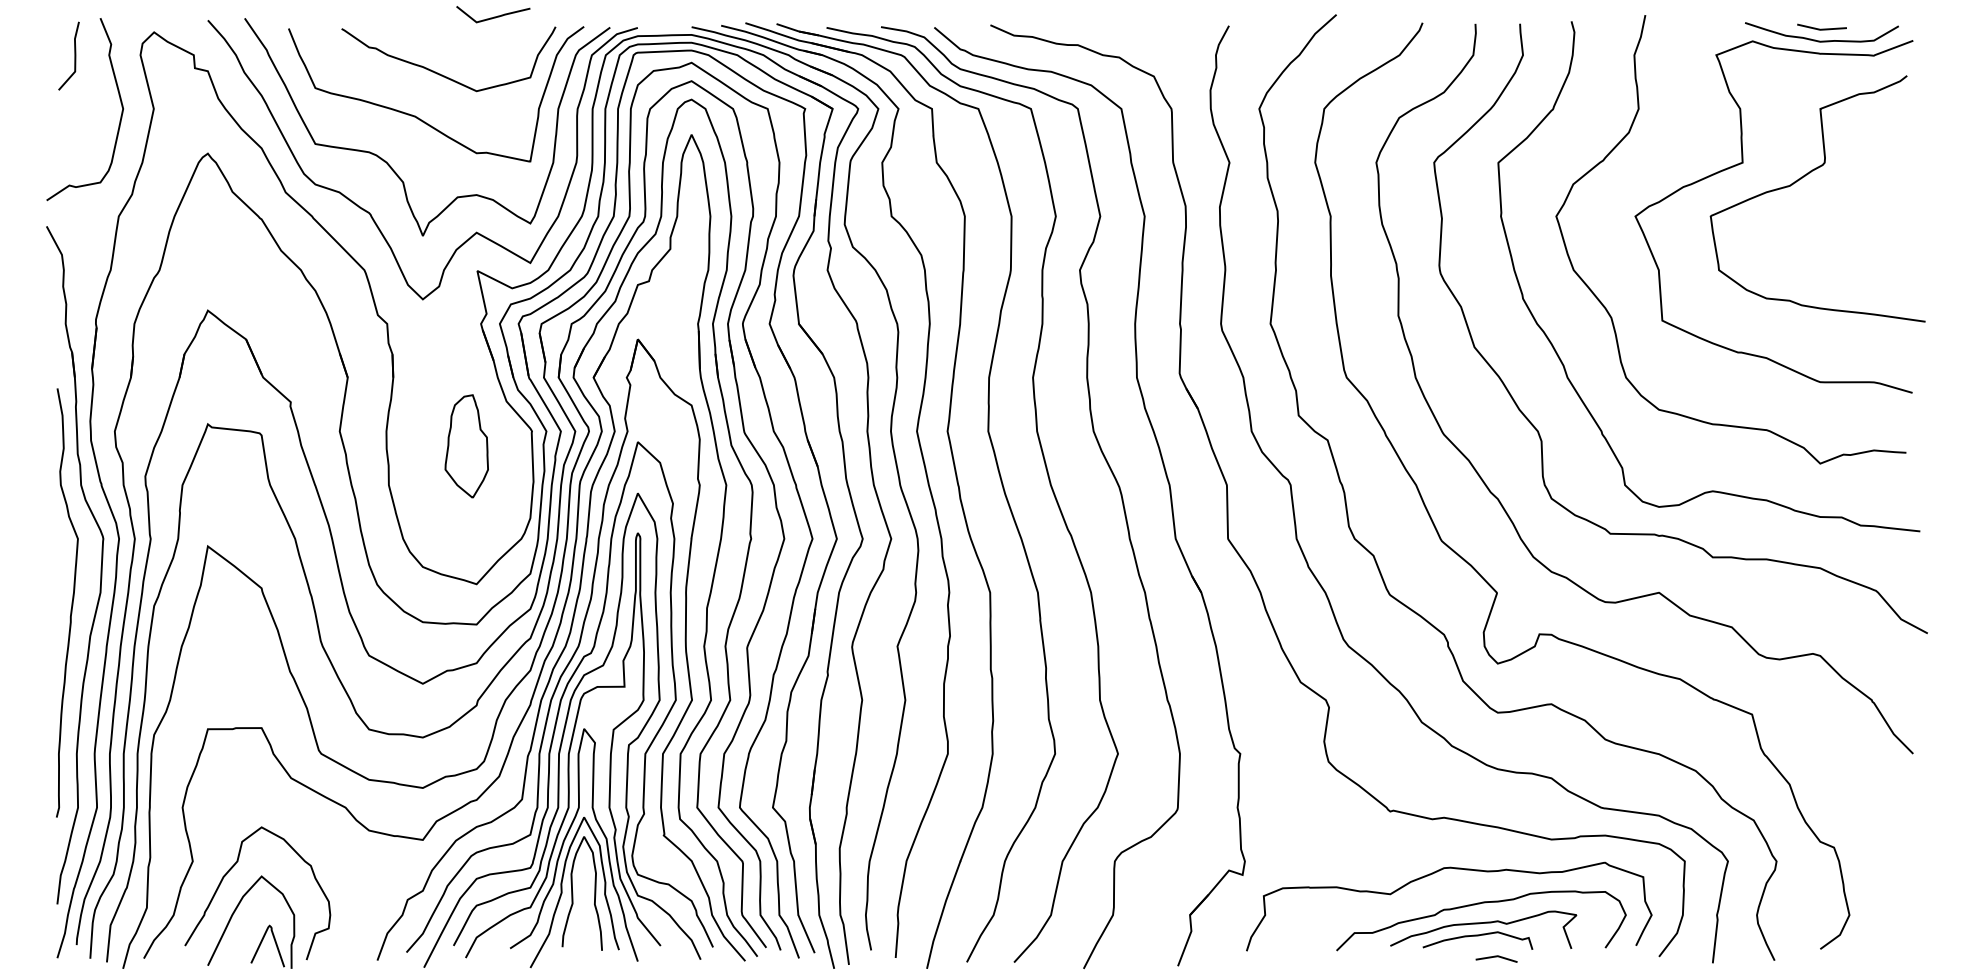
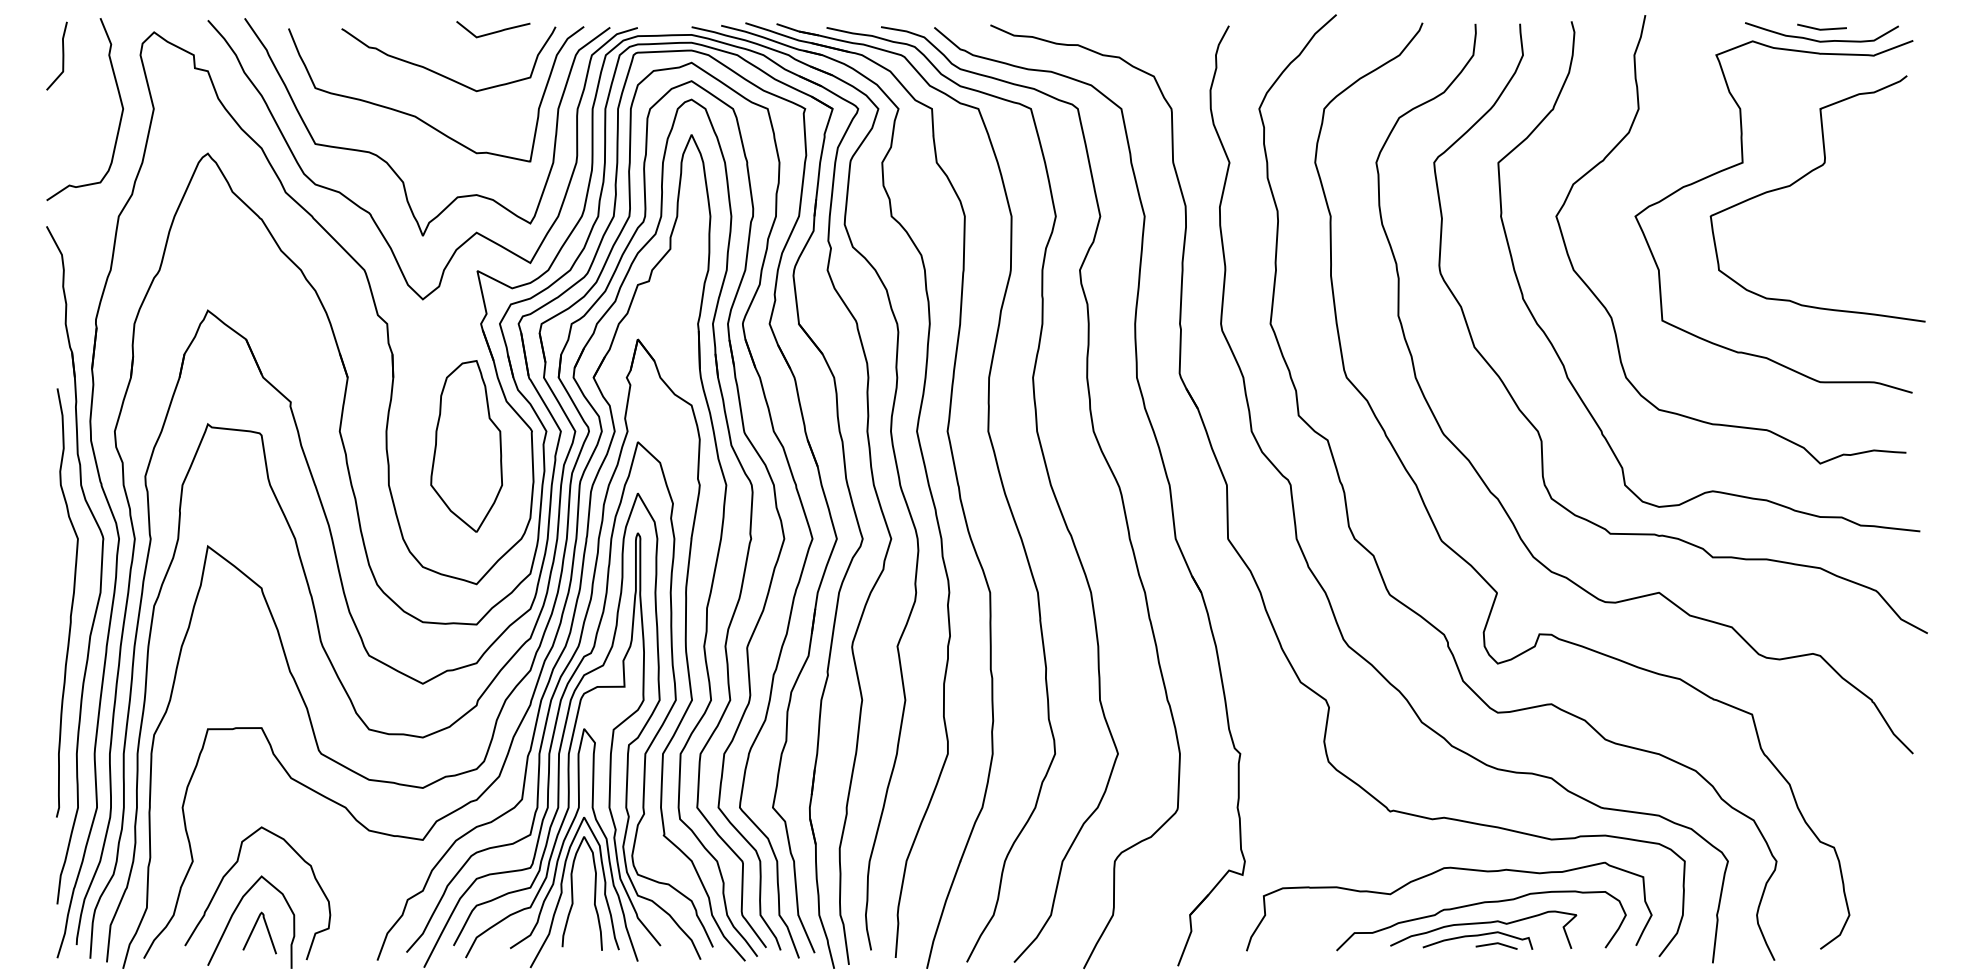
line at (494, 16) position: (494, 16) -> (494, 31)
line at (74, 55) position: (74, 55) -> (62, 55)
part at (466, 446) size: 45x105 px -> 74x173 px
curve at (262, 942) position: (262, 942) -> (254, 929)
line at (1496, 957) position: (1496, 957) -> (1496, 944)
